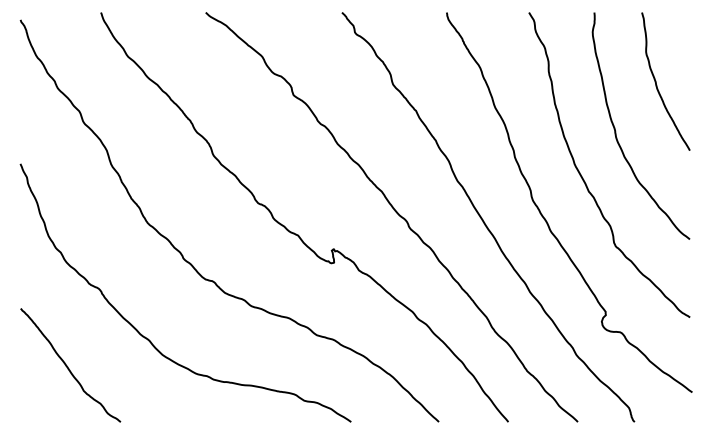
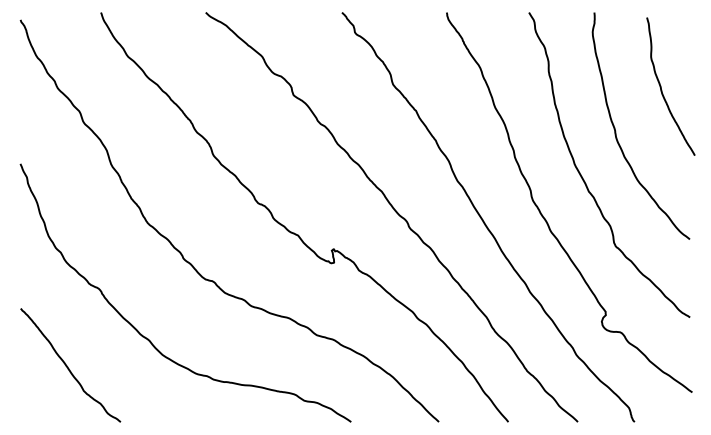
curve at (657, 85) position: (657, 85) -> (662, 90)
